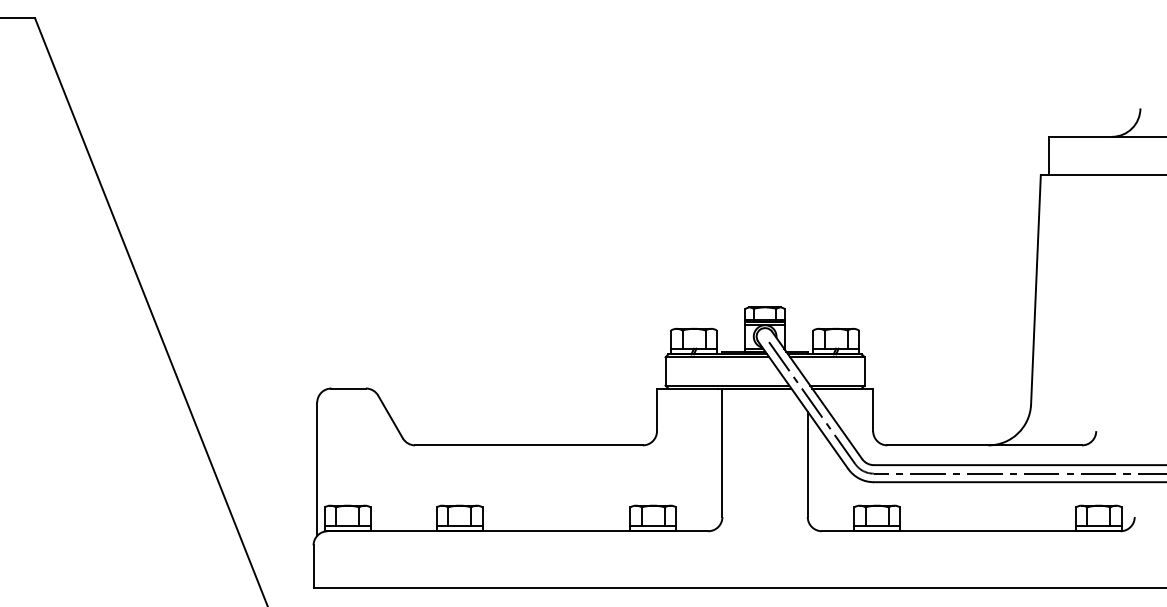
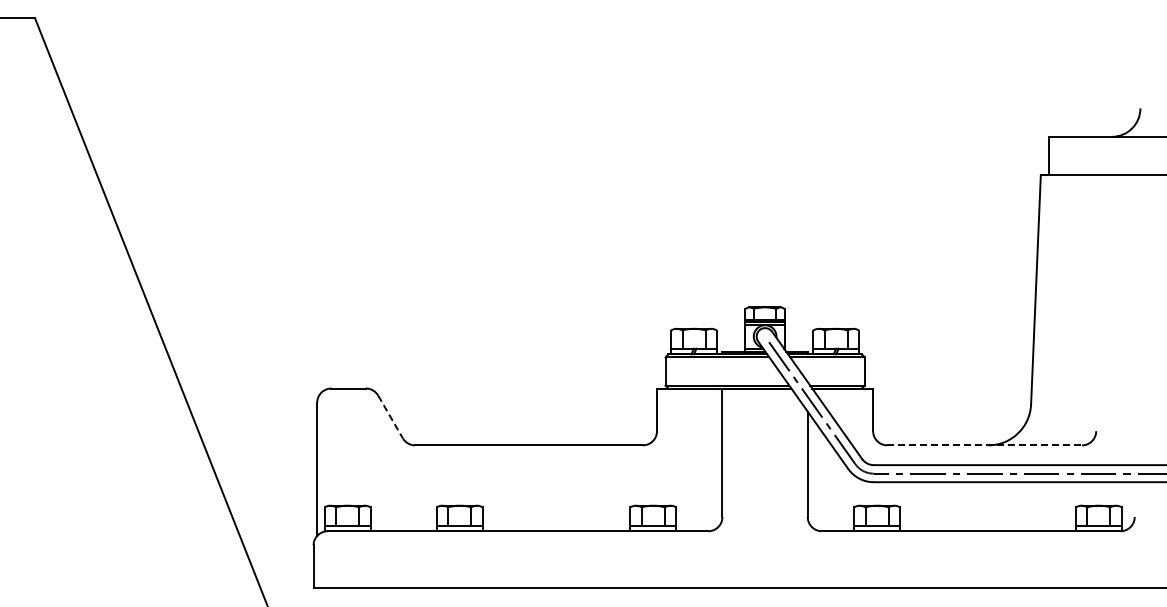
line at (390, 416): solid -> dashed
line at (985, 445): solid -> dashed
